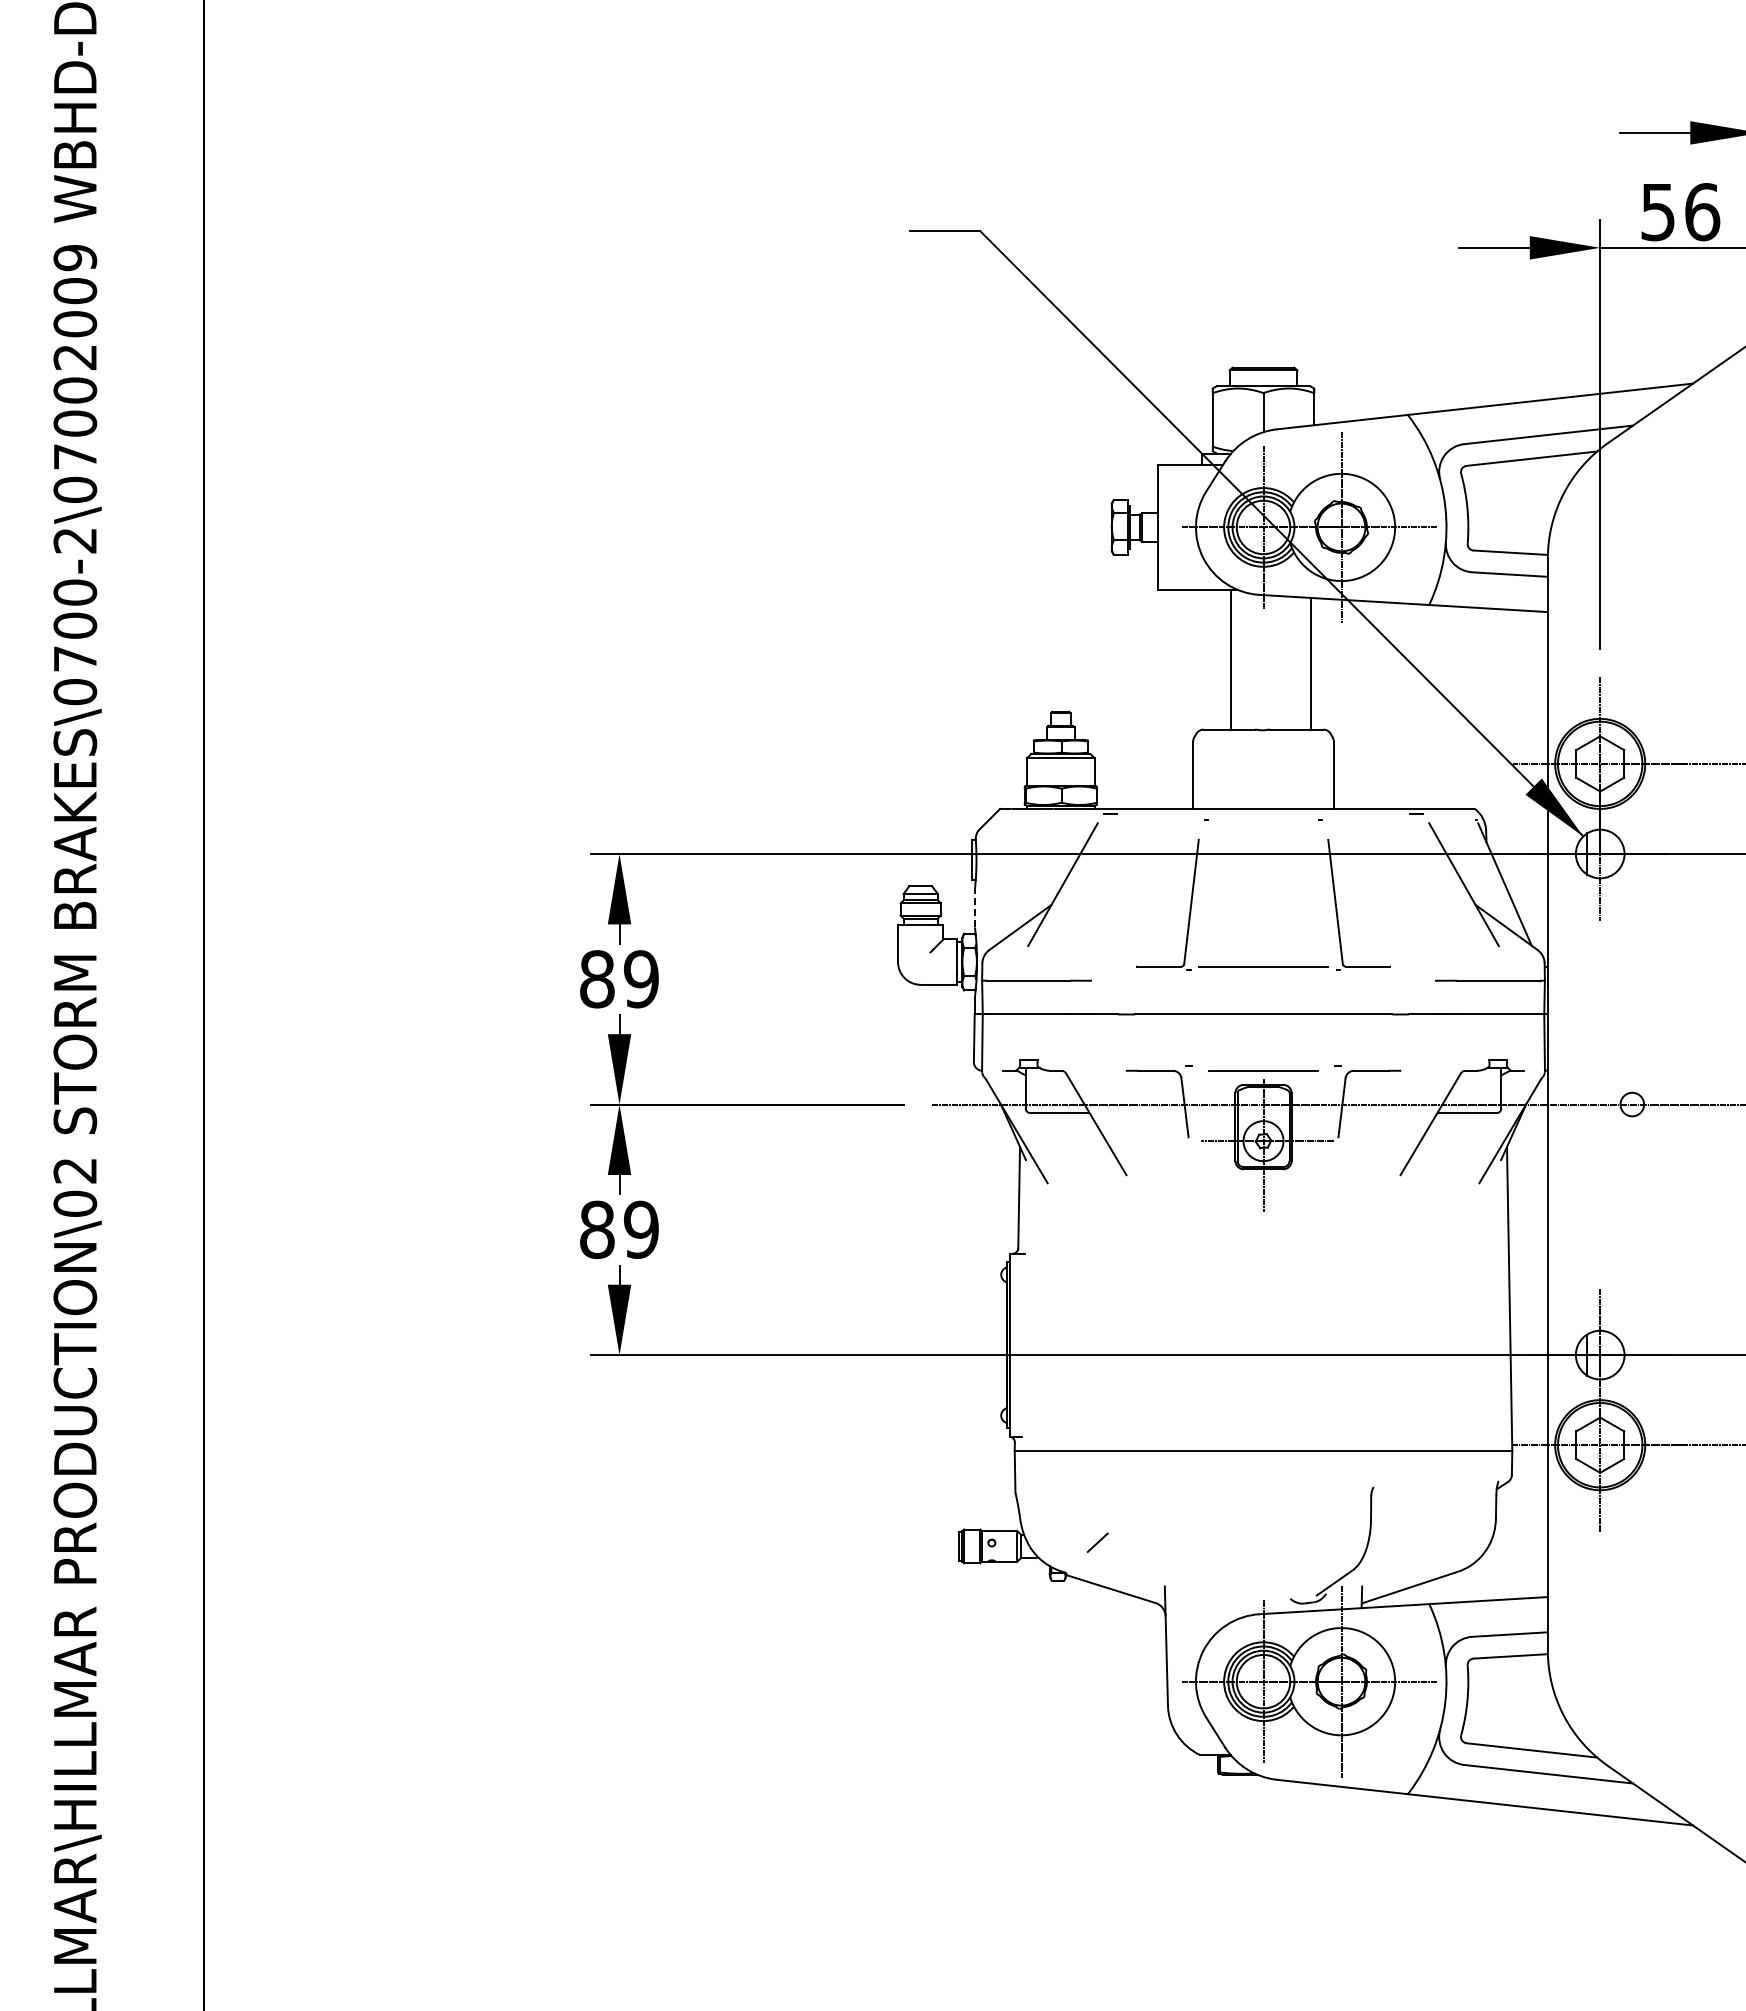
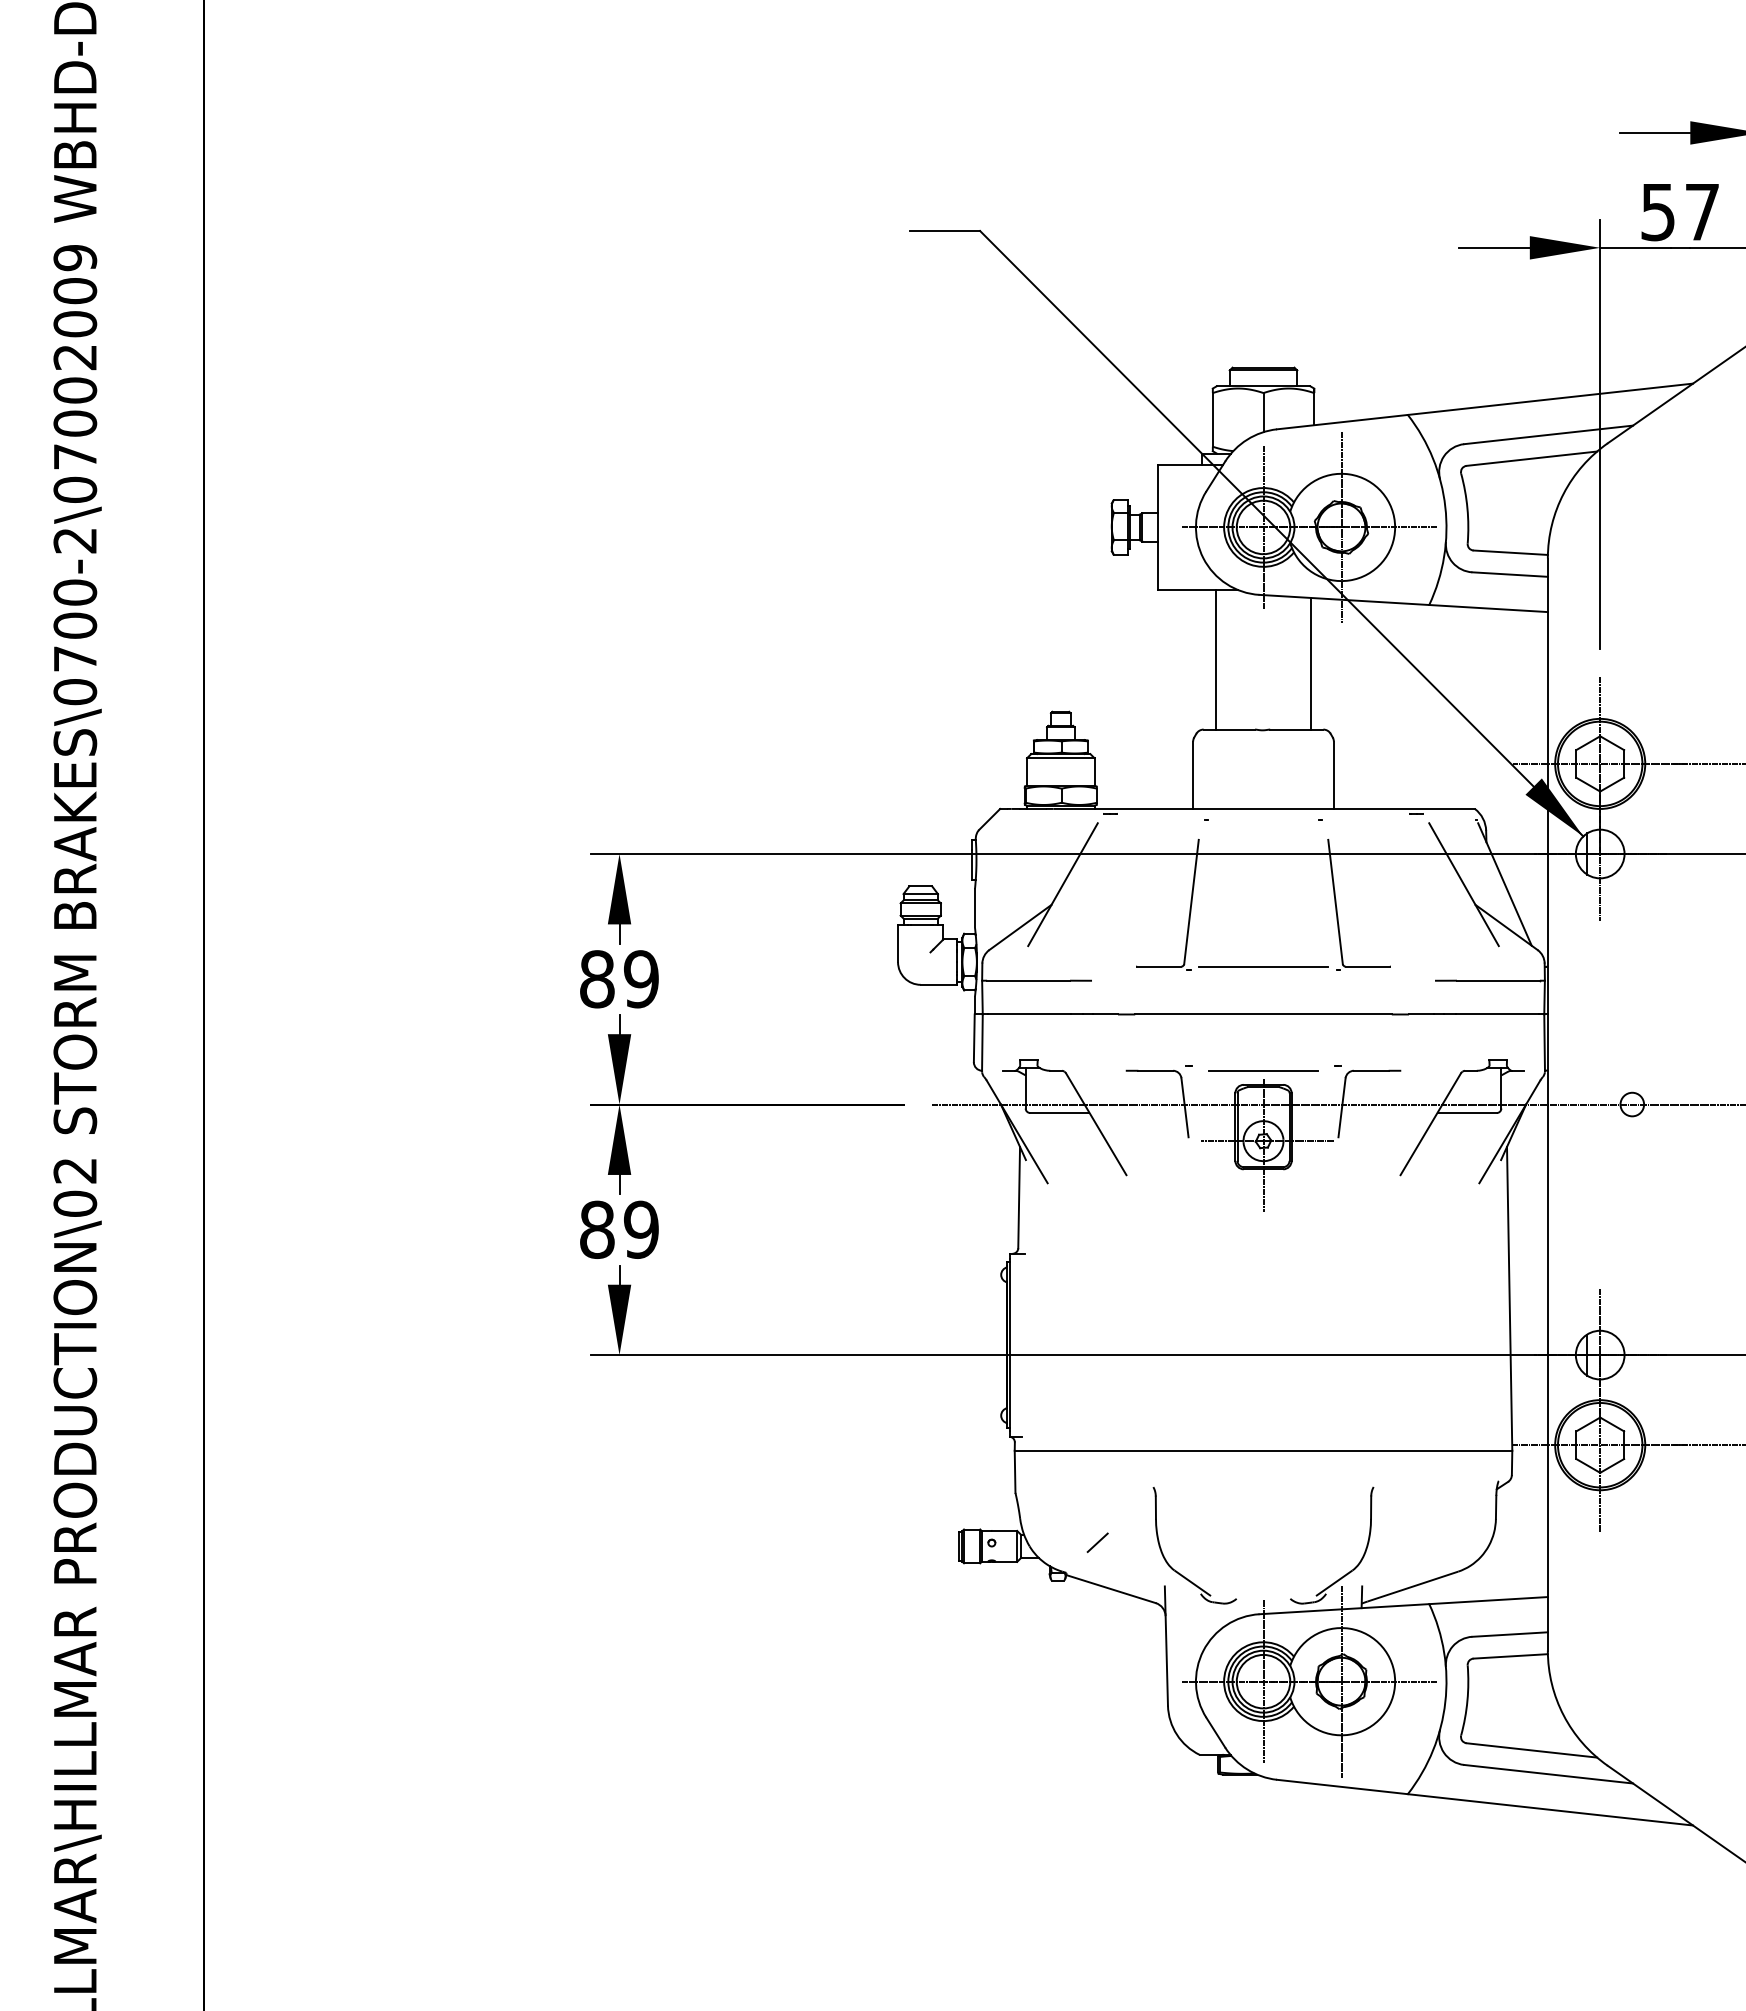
text at (1702, 212): 56 -> 57
line at (1231, 659) position: (1231, 659) -> (1216, 659)
line at (974, 907): dashed -> solid
part at (1176, 1570): none -> present
